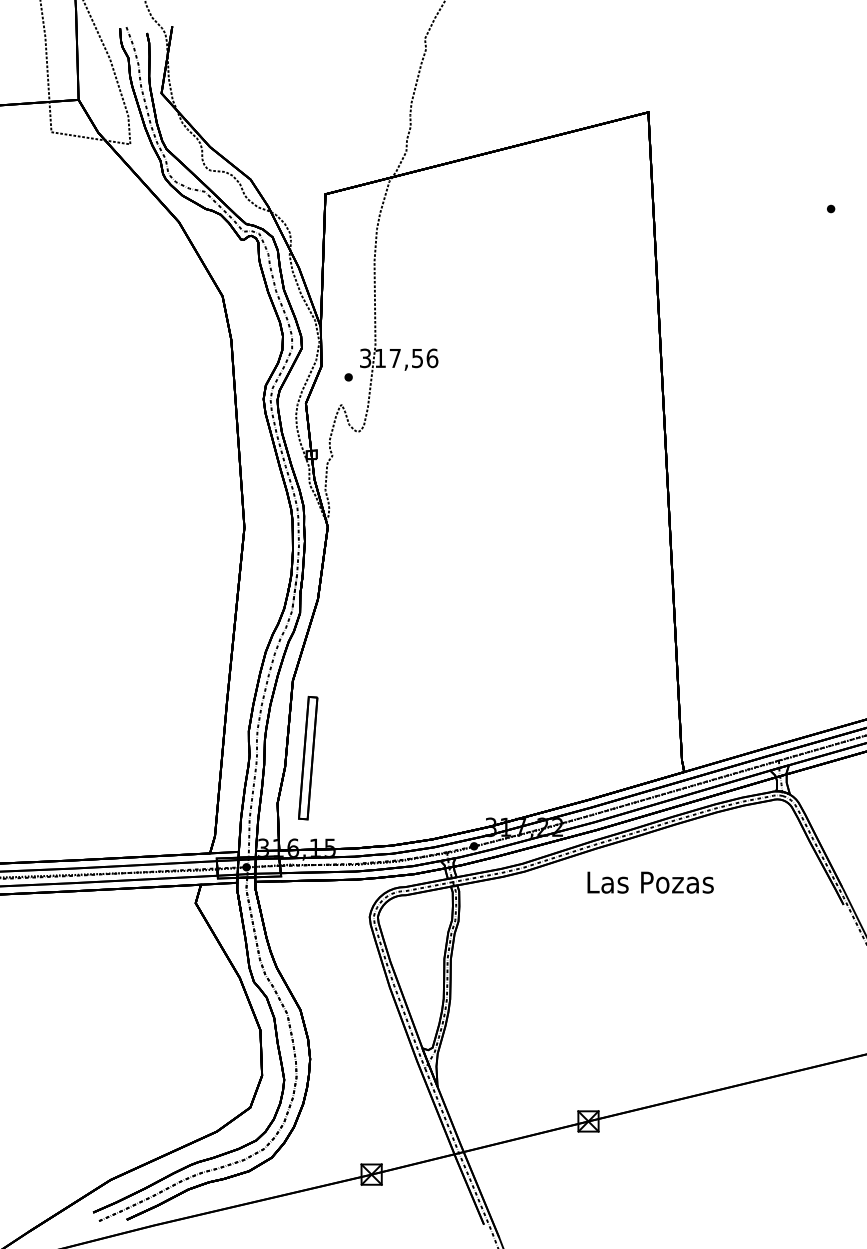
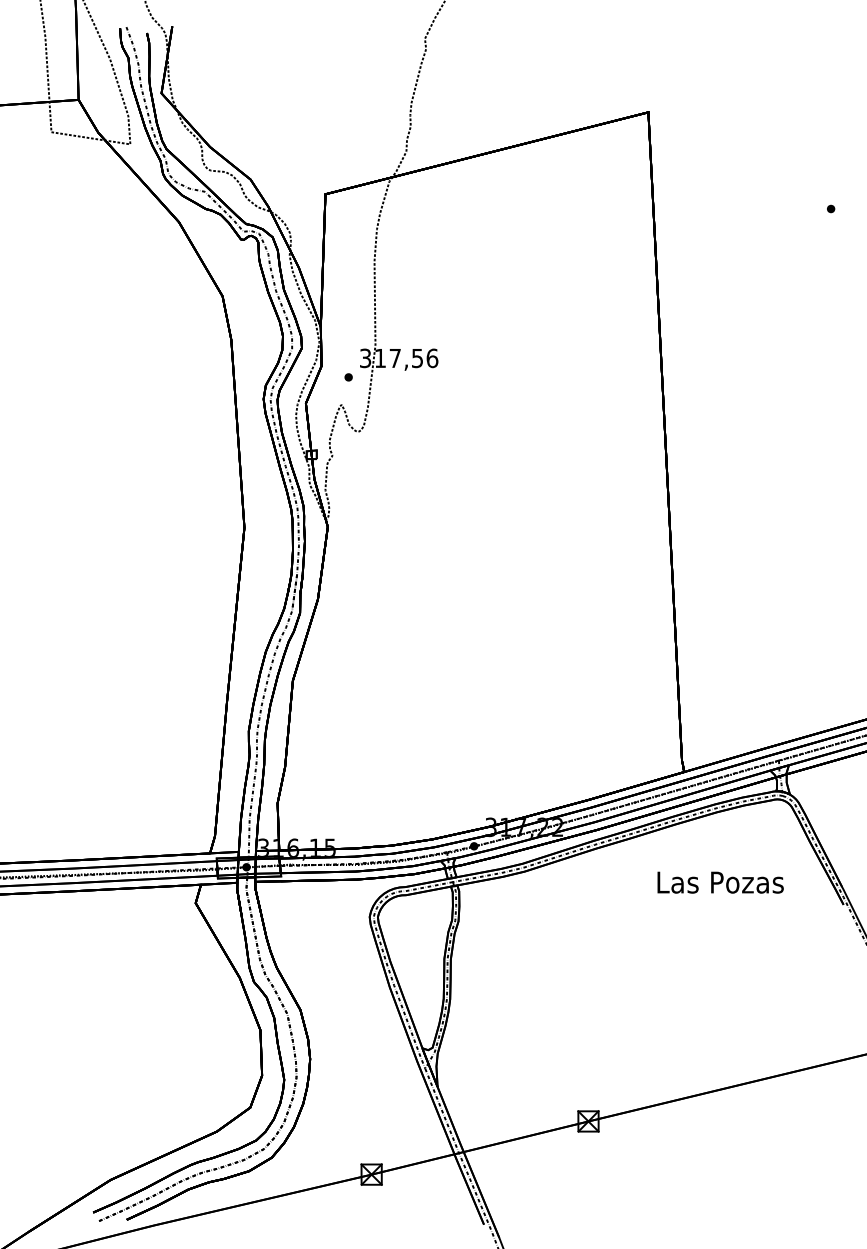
part at (308, 758): present -> none
text at (650, 882) position: (650, 882) -> (720, 882)
